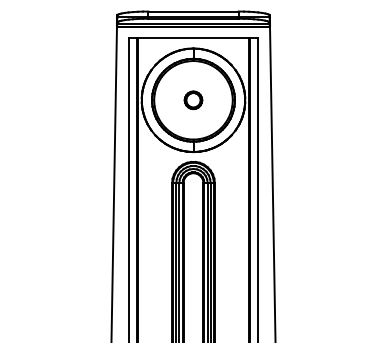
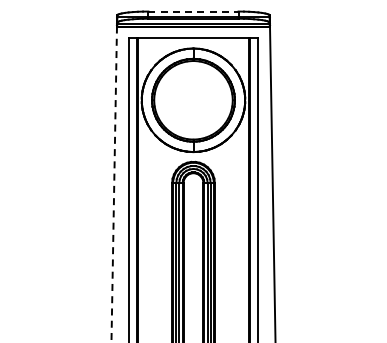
line at (193, 11): solid -> dashed
part at (193, 100): present -> none
line at (114, 184): solid -> dashed
